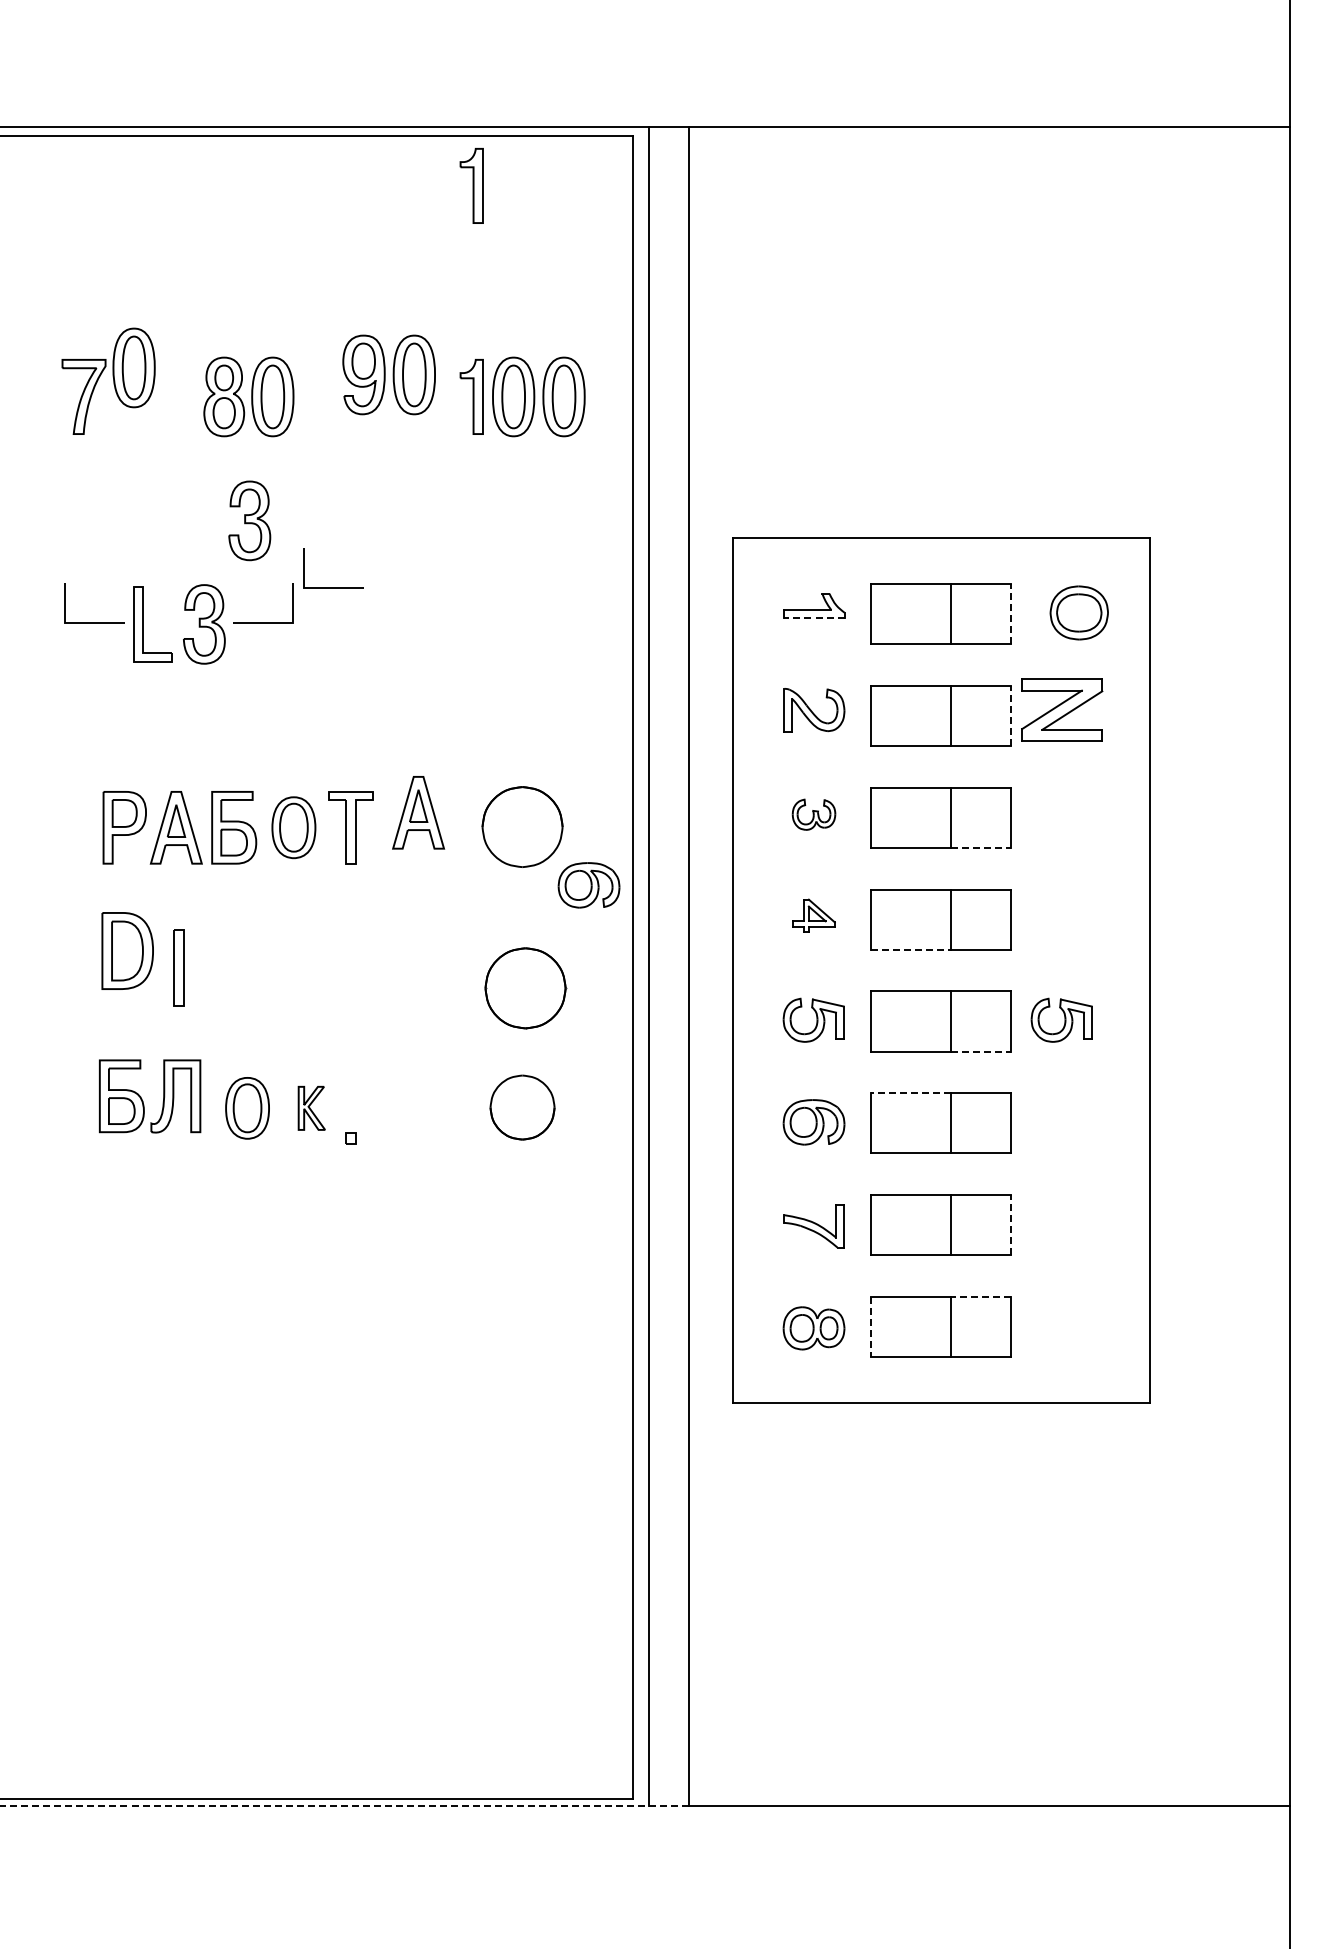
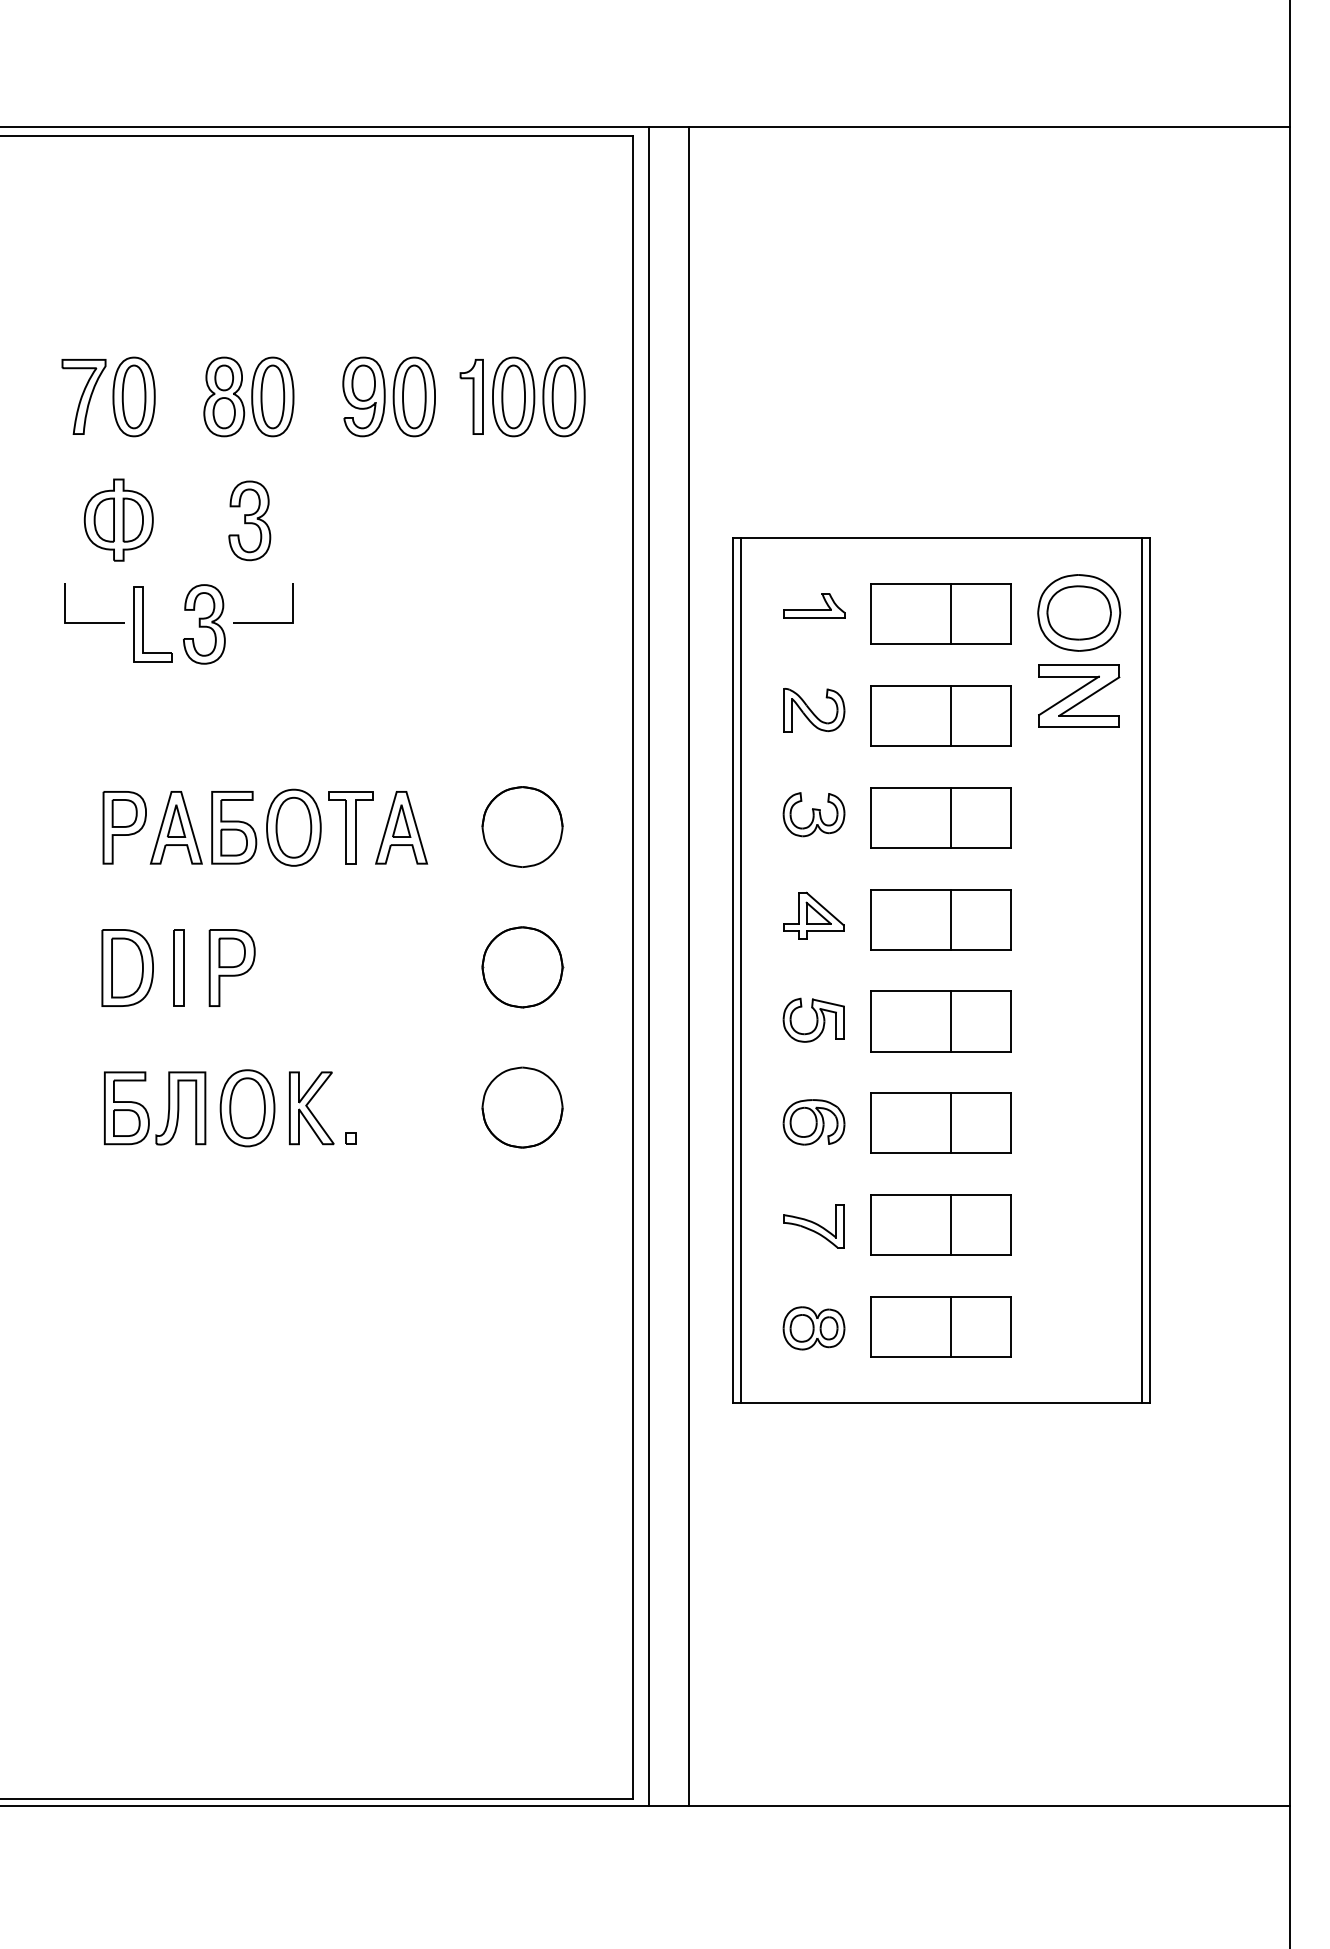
part at (471, 185): present -> none
part at (133, 367) position: (133, 367) -> (133, 396)
part at (388, 374) position: (388, 374) -> (388, 396)
part at (118, 519): none -> present
curve at (333, 587): present -> none
part at (1078, 612) size: 60x56 px -> 85x78 px
line at (1011, 613): dashed -> solid
line at (813, 617): dashed -> solid
part at (1062, 709) position: (1062, 709) -> (1079, 695)
line at (1011, 715): dashed -> solid
part at (418, 812) position: (418, 812) -> (401, 827)
part at (813, 814) size: 46x33 px -> 64x46 px
part at (293, 827) size: 46x64 px -> 56x79 px
line at (981, 848): dashed -> solid
part at (588, 885): present -> none
part at (813, 915) size: 44x35 px -> 62x49 px
line at (911, 949): dashed -> solid
part at (127, 950) position: (127, 950) -> (127, 967)
part at (231, 967): none -> present
line at (740, 970): none -> present
line at (1141, 970): none -> present
part at (525, 988) position: (525, 988) -> (522, 967)
part at (1061, 1019): present -> none
line at (981, 1051): dashed -> solid
line at (910, 1093): dashed -> solid
part at (142, 1098) position: (142, 1098) -> (147, 1110)
part at (311, 1107) size: 29x46 px -> 46x75 px
part at (522, 1107) size: 67x67 px -> 83x83 px
part at (247, 1108) size: 45x63 px -> 57x79 px
line at (1011, 1224): dashed -> solid
line at (980, 1296): dashed -> solid
line at (871, 1327): dashed -> solid
line at (344, 1806): dashed -> solid
